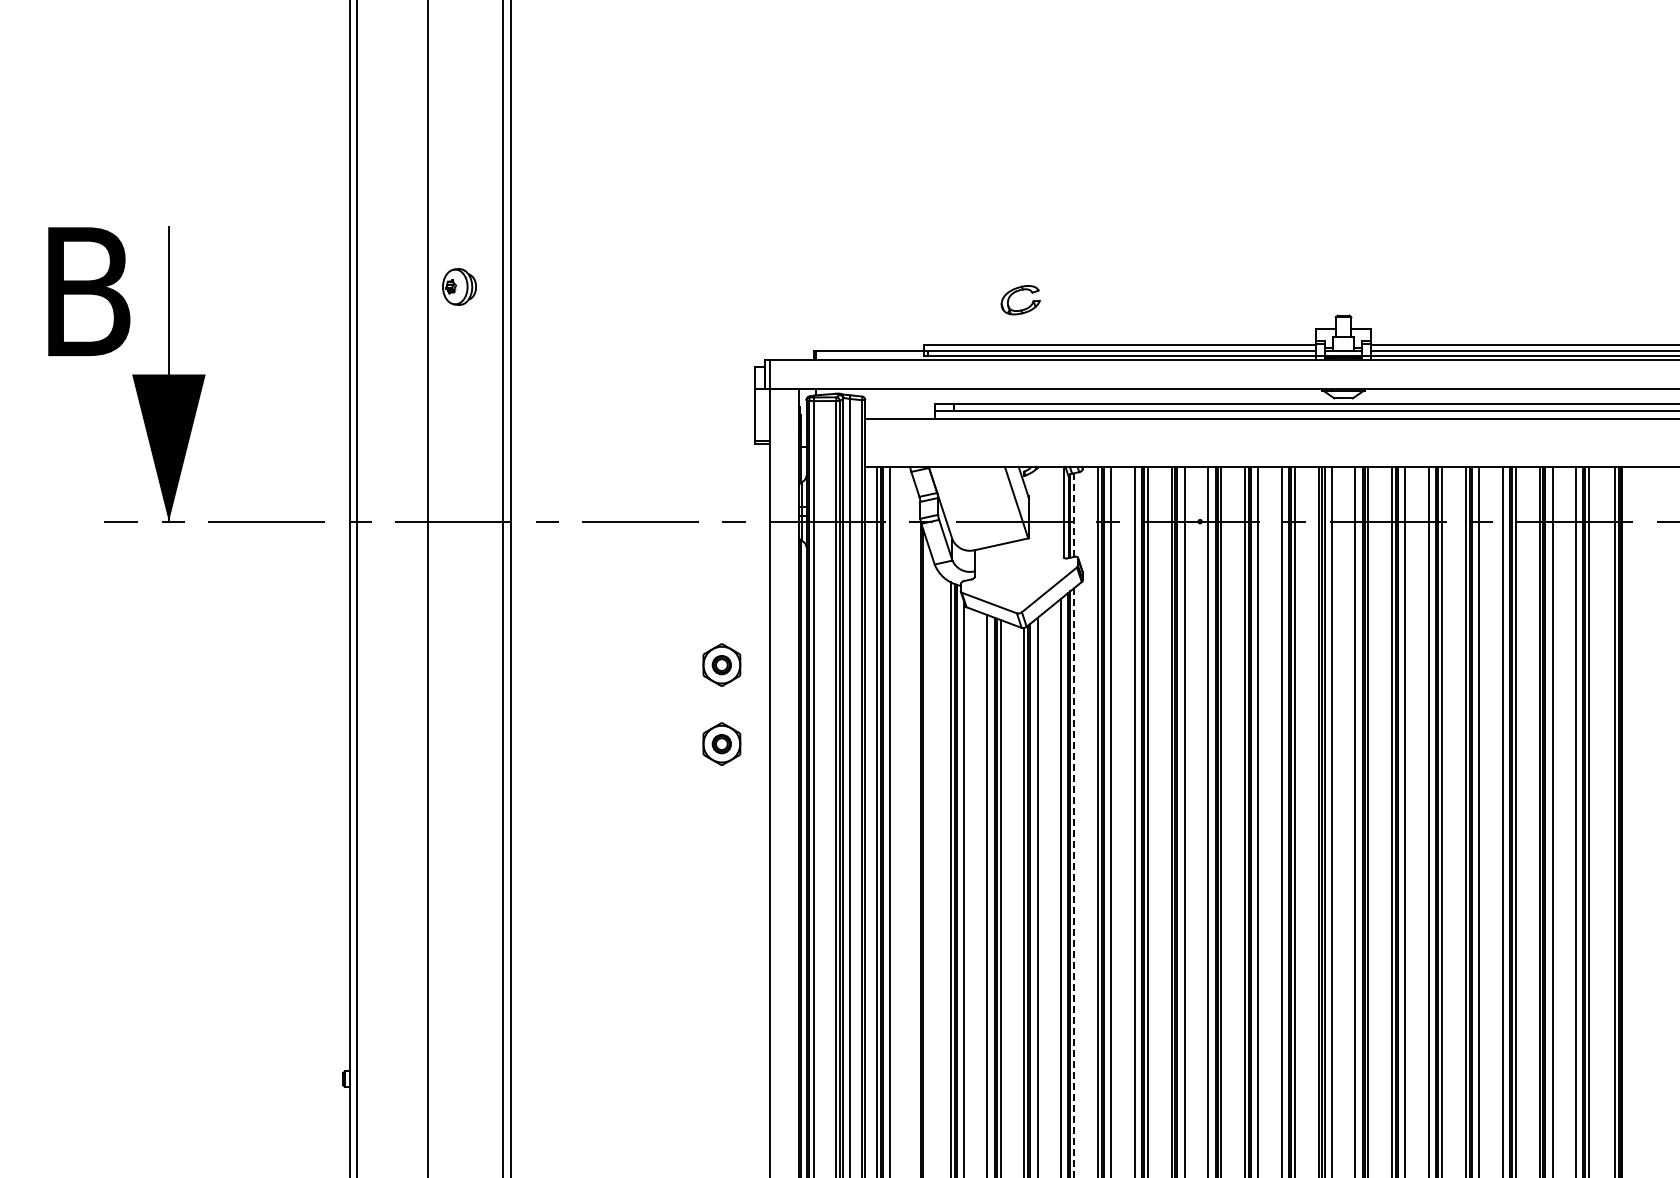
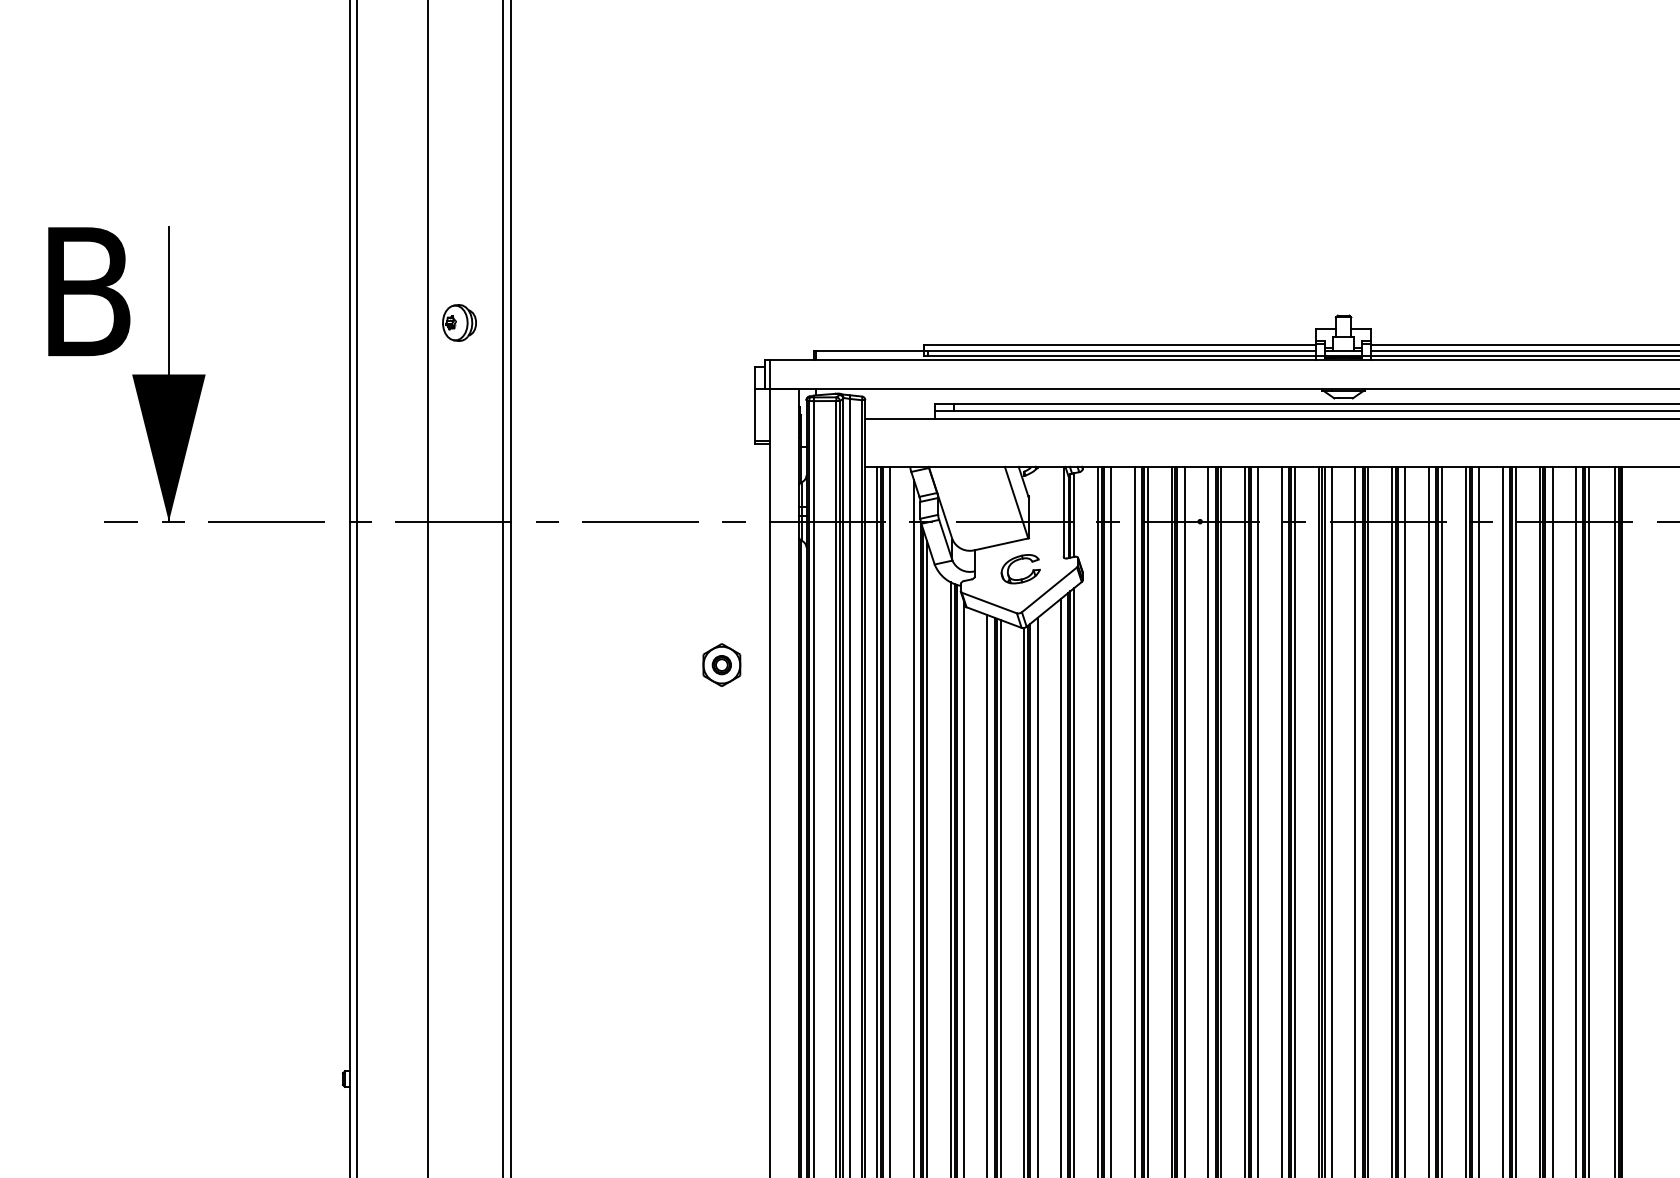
part at (459, 286) position: (459, 286) -> (459, 322)
part at (1016, 292) position: (1016, 292) -> (1016, 561)
line at (1074, 515): dashed -> solid
part at (721, 743): present -> none
line at (913, 826): none -> present
line at (926, 857): none -> present
line at (1074, 883): dashed -> solid
